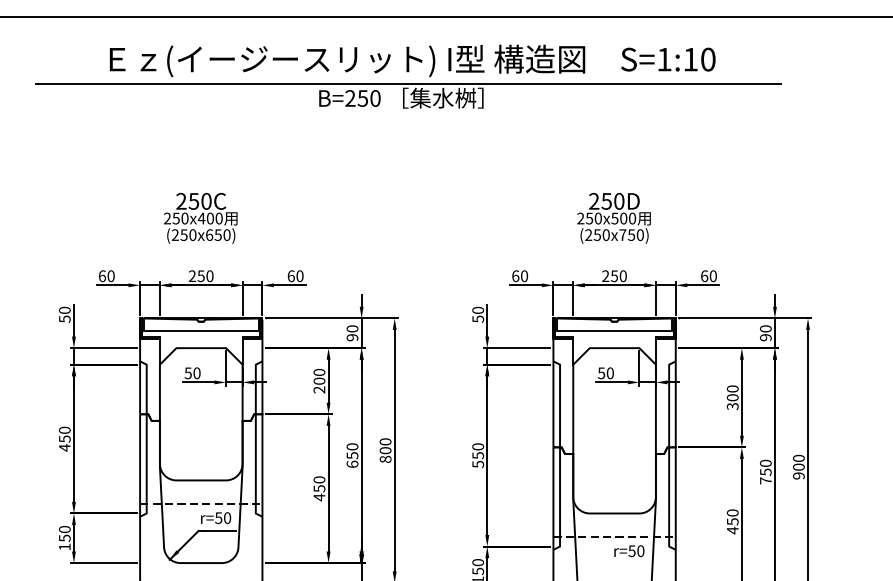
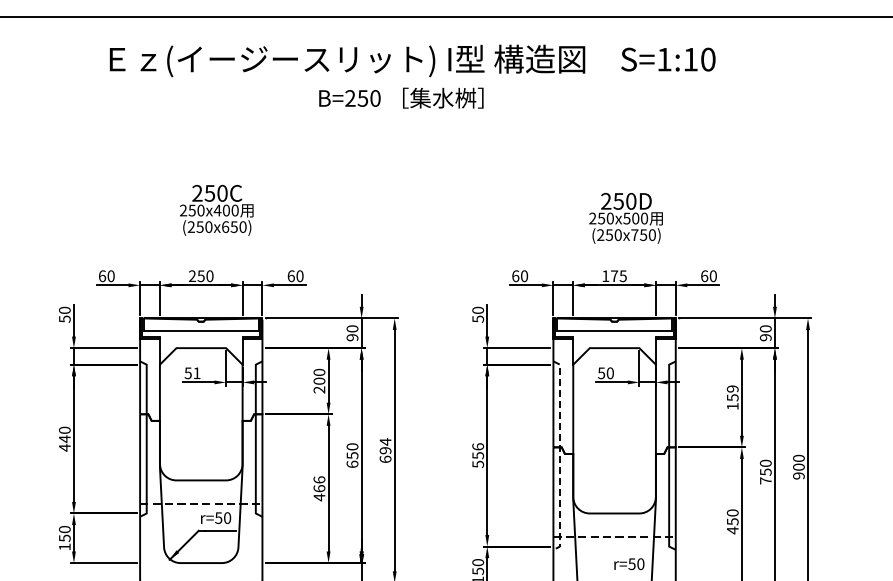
line at (407, 83): present -> none
text at (200, 218) position: (200, 218) -> (216, 210)
text at (613, 218) position: (613, 218) -> (625, 218)
text at (614, 276): 250 -> 175
text at (196, 373): 50 -> 51
text at (732, 397): 300 -> 159
text at (64, 438): 450 -> 440
text at (477, 446): 550 -> 556
text at (385, 450): 800 -> 694
line at (560, 455): solid -> dashed
text at (319, 484): 450 -> 466
text at (629, 551) position: (629, 551) -> (629, 564)
